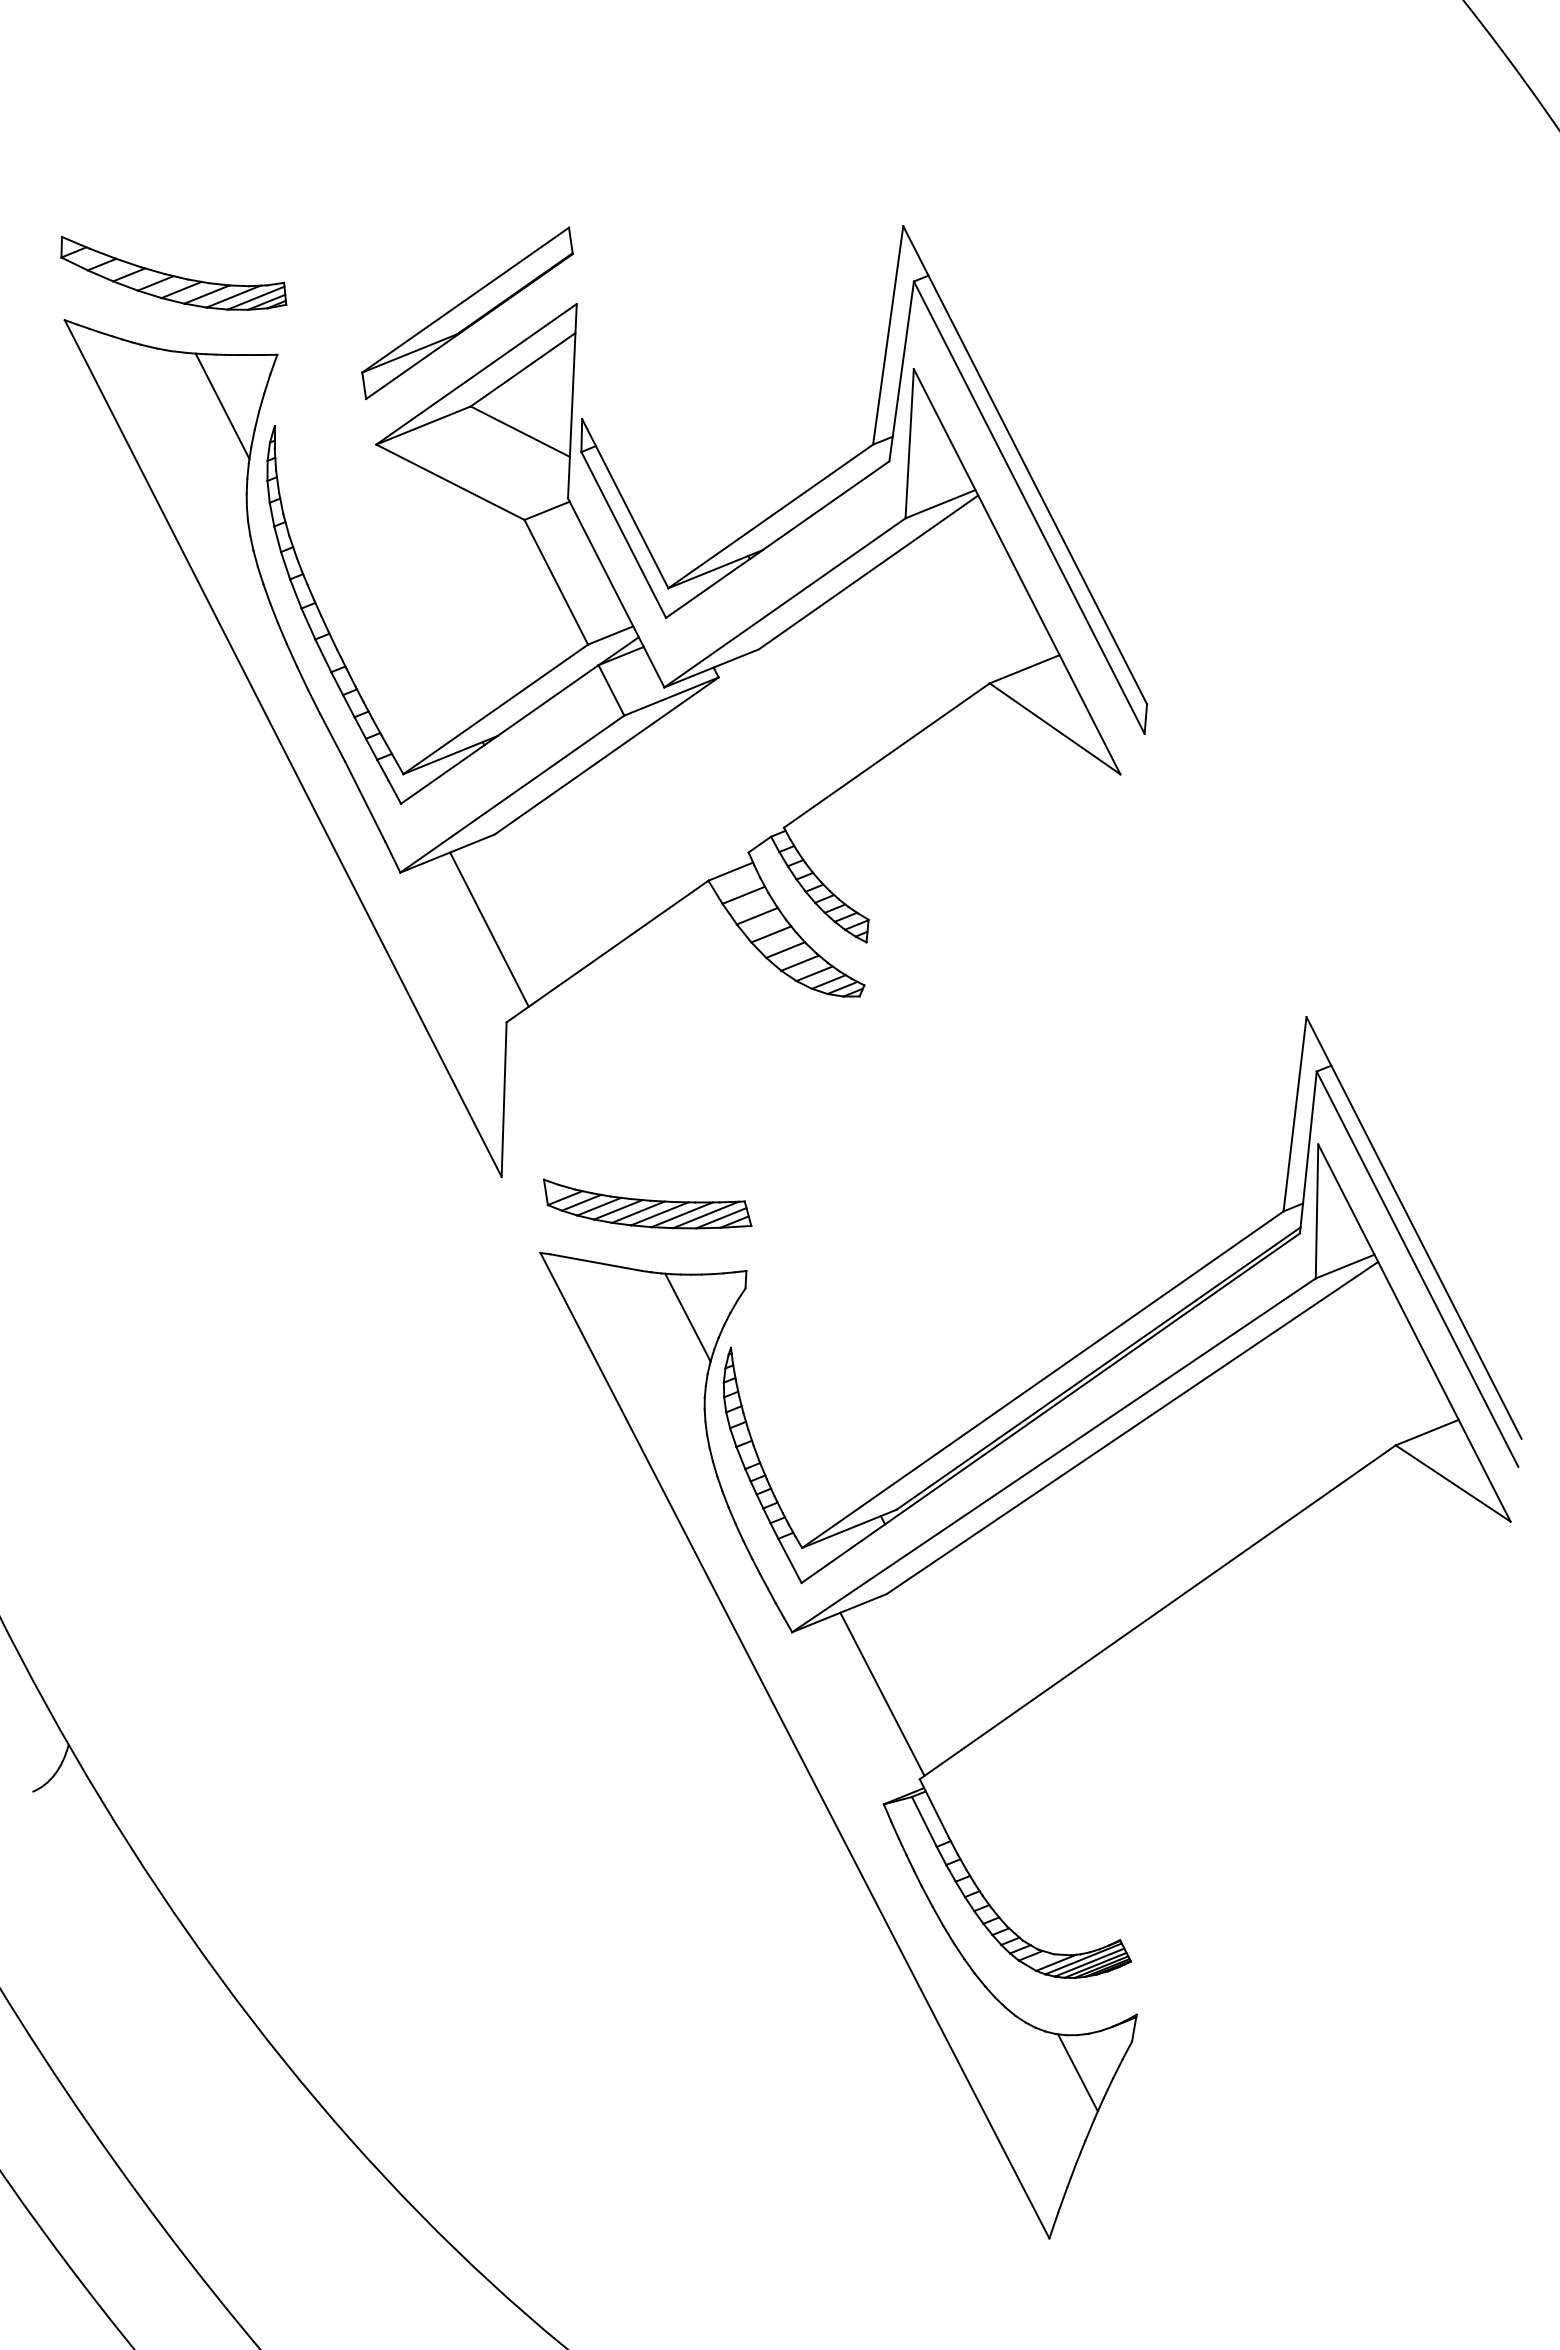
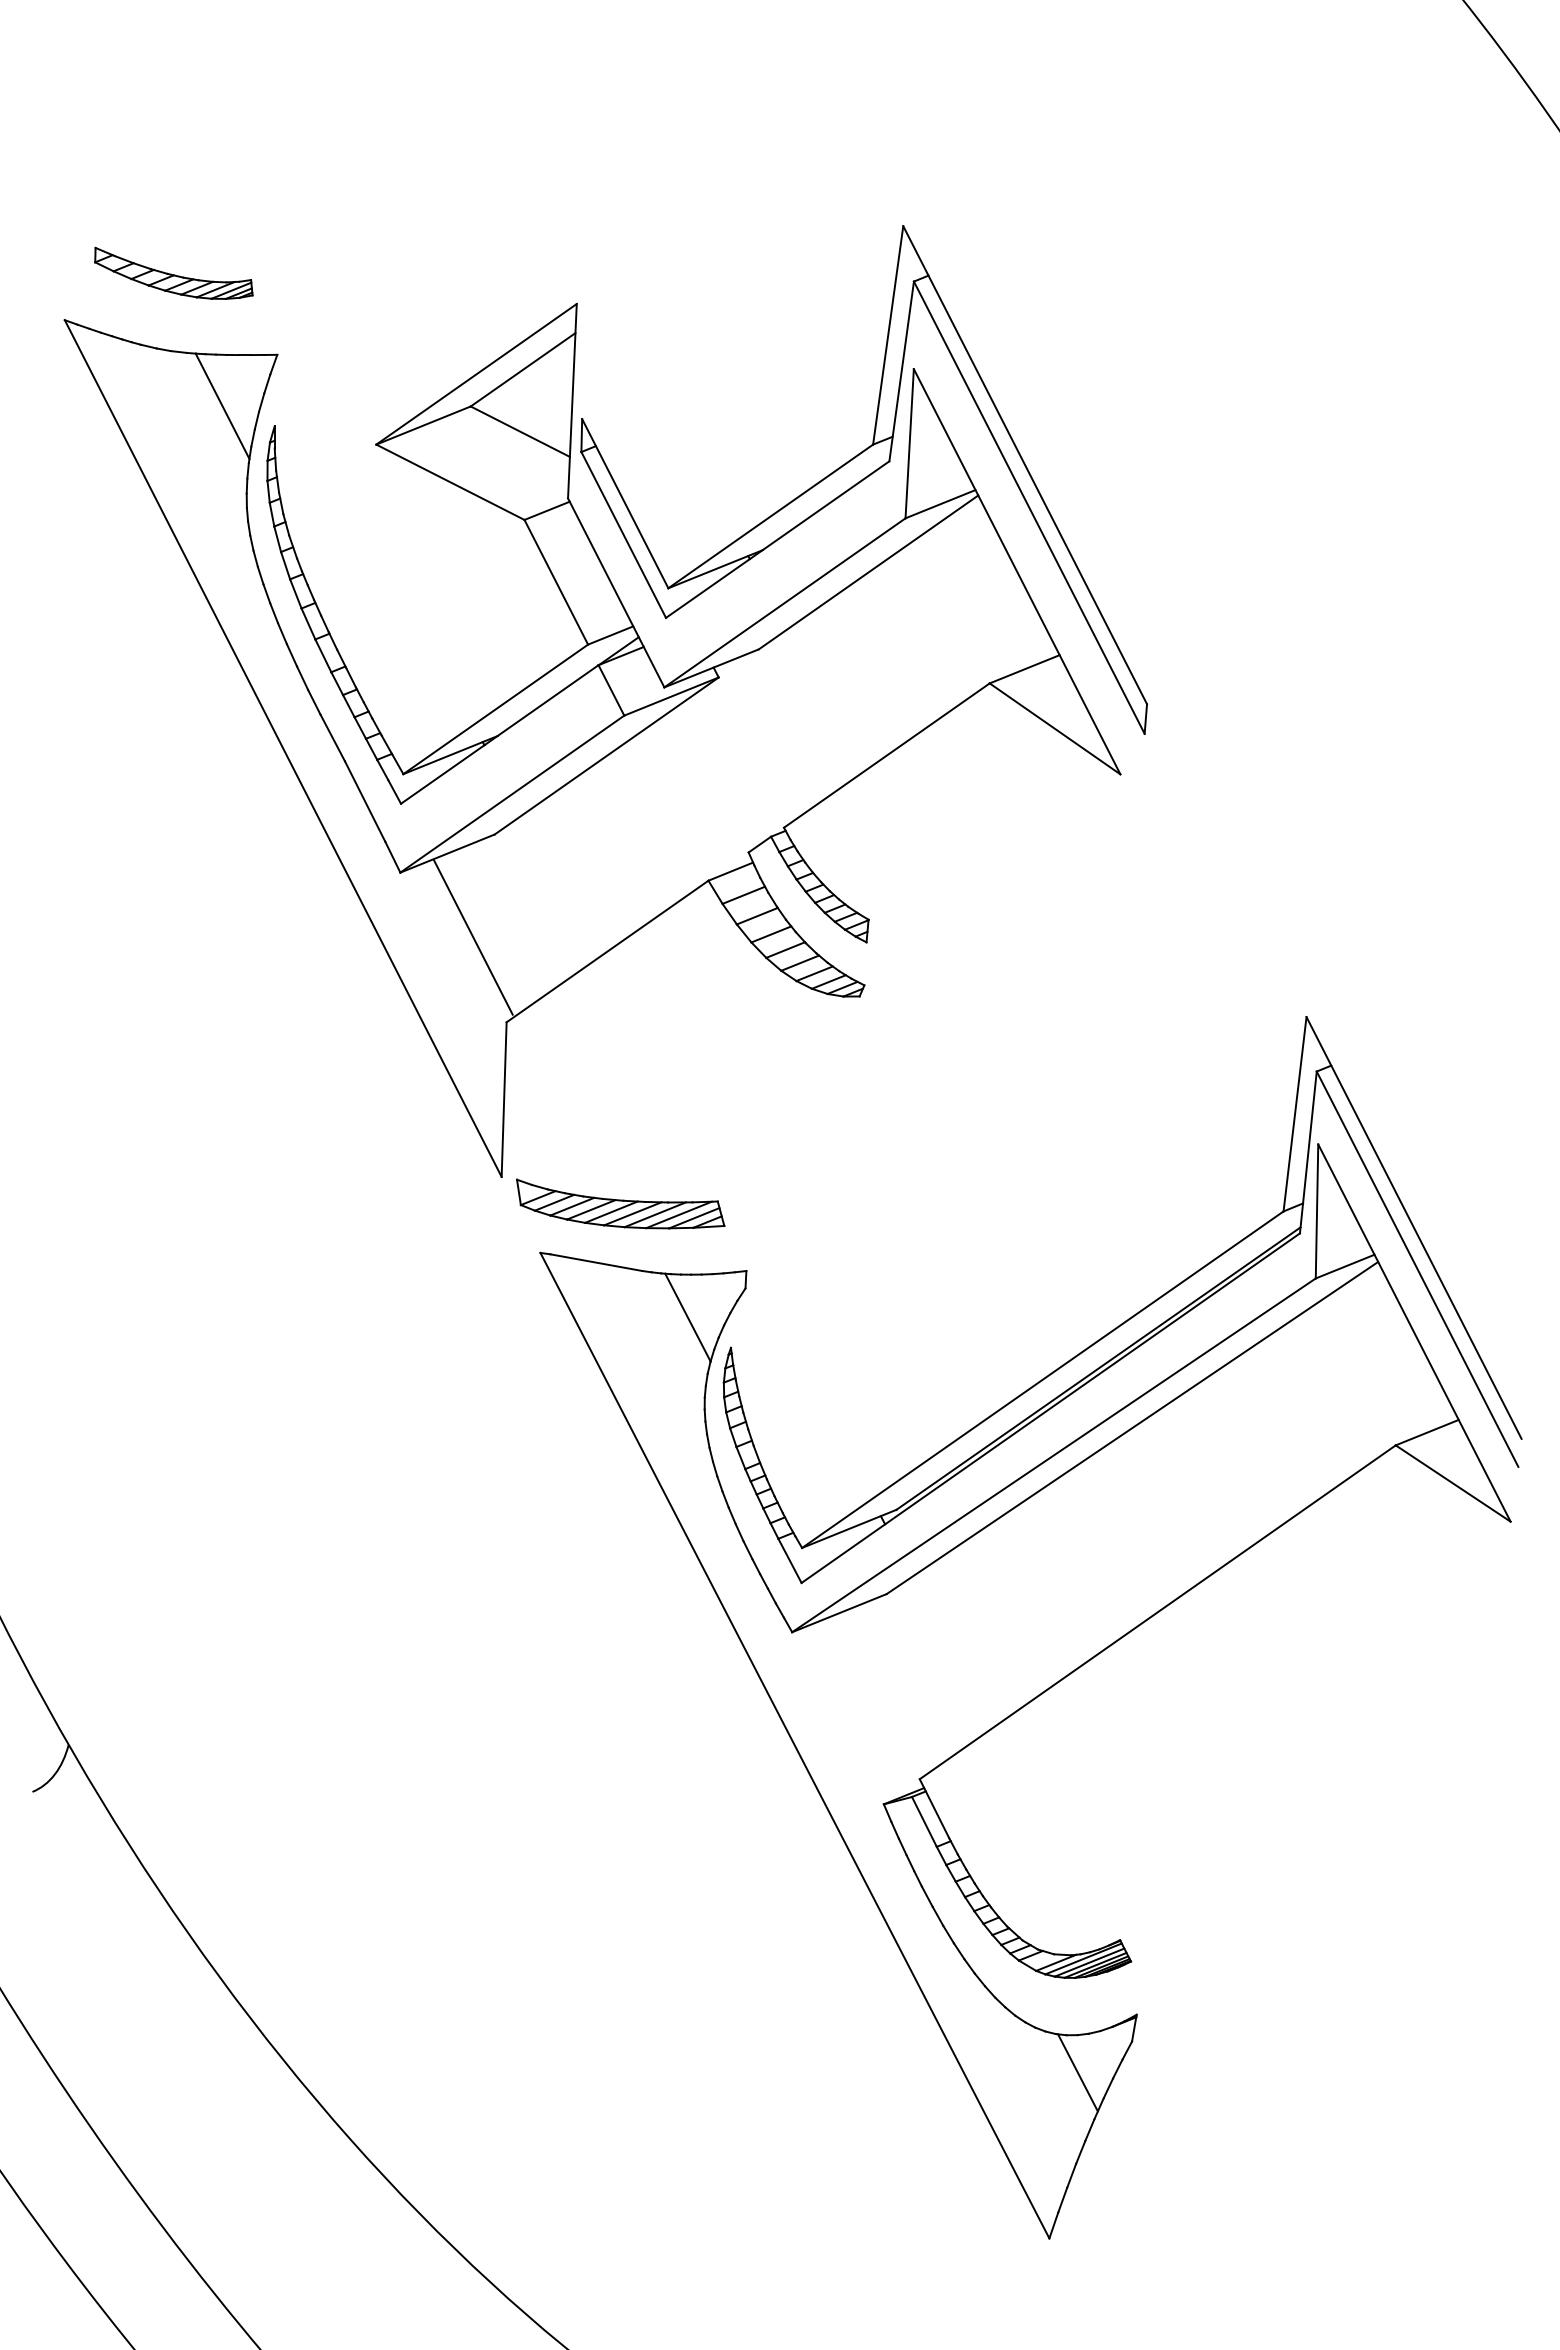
part at (173, 273) size: 228x75 px -> 160x54 px
part at (467, 313): present -> none
line at (489, 929) position: (489, 929) -> (473, 937)
part at (647, 1203) position: (647, 1203) -> (620, 1203)
line at (882, 1693): present -> none
